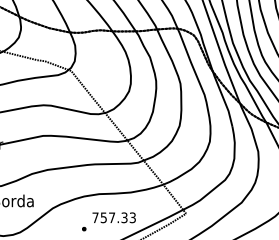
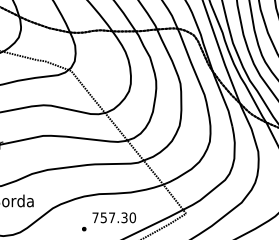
text at (132, 217): 757.33 -> 757.30
